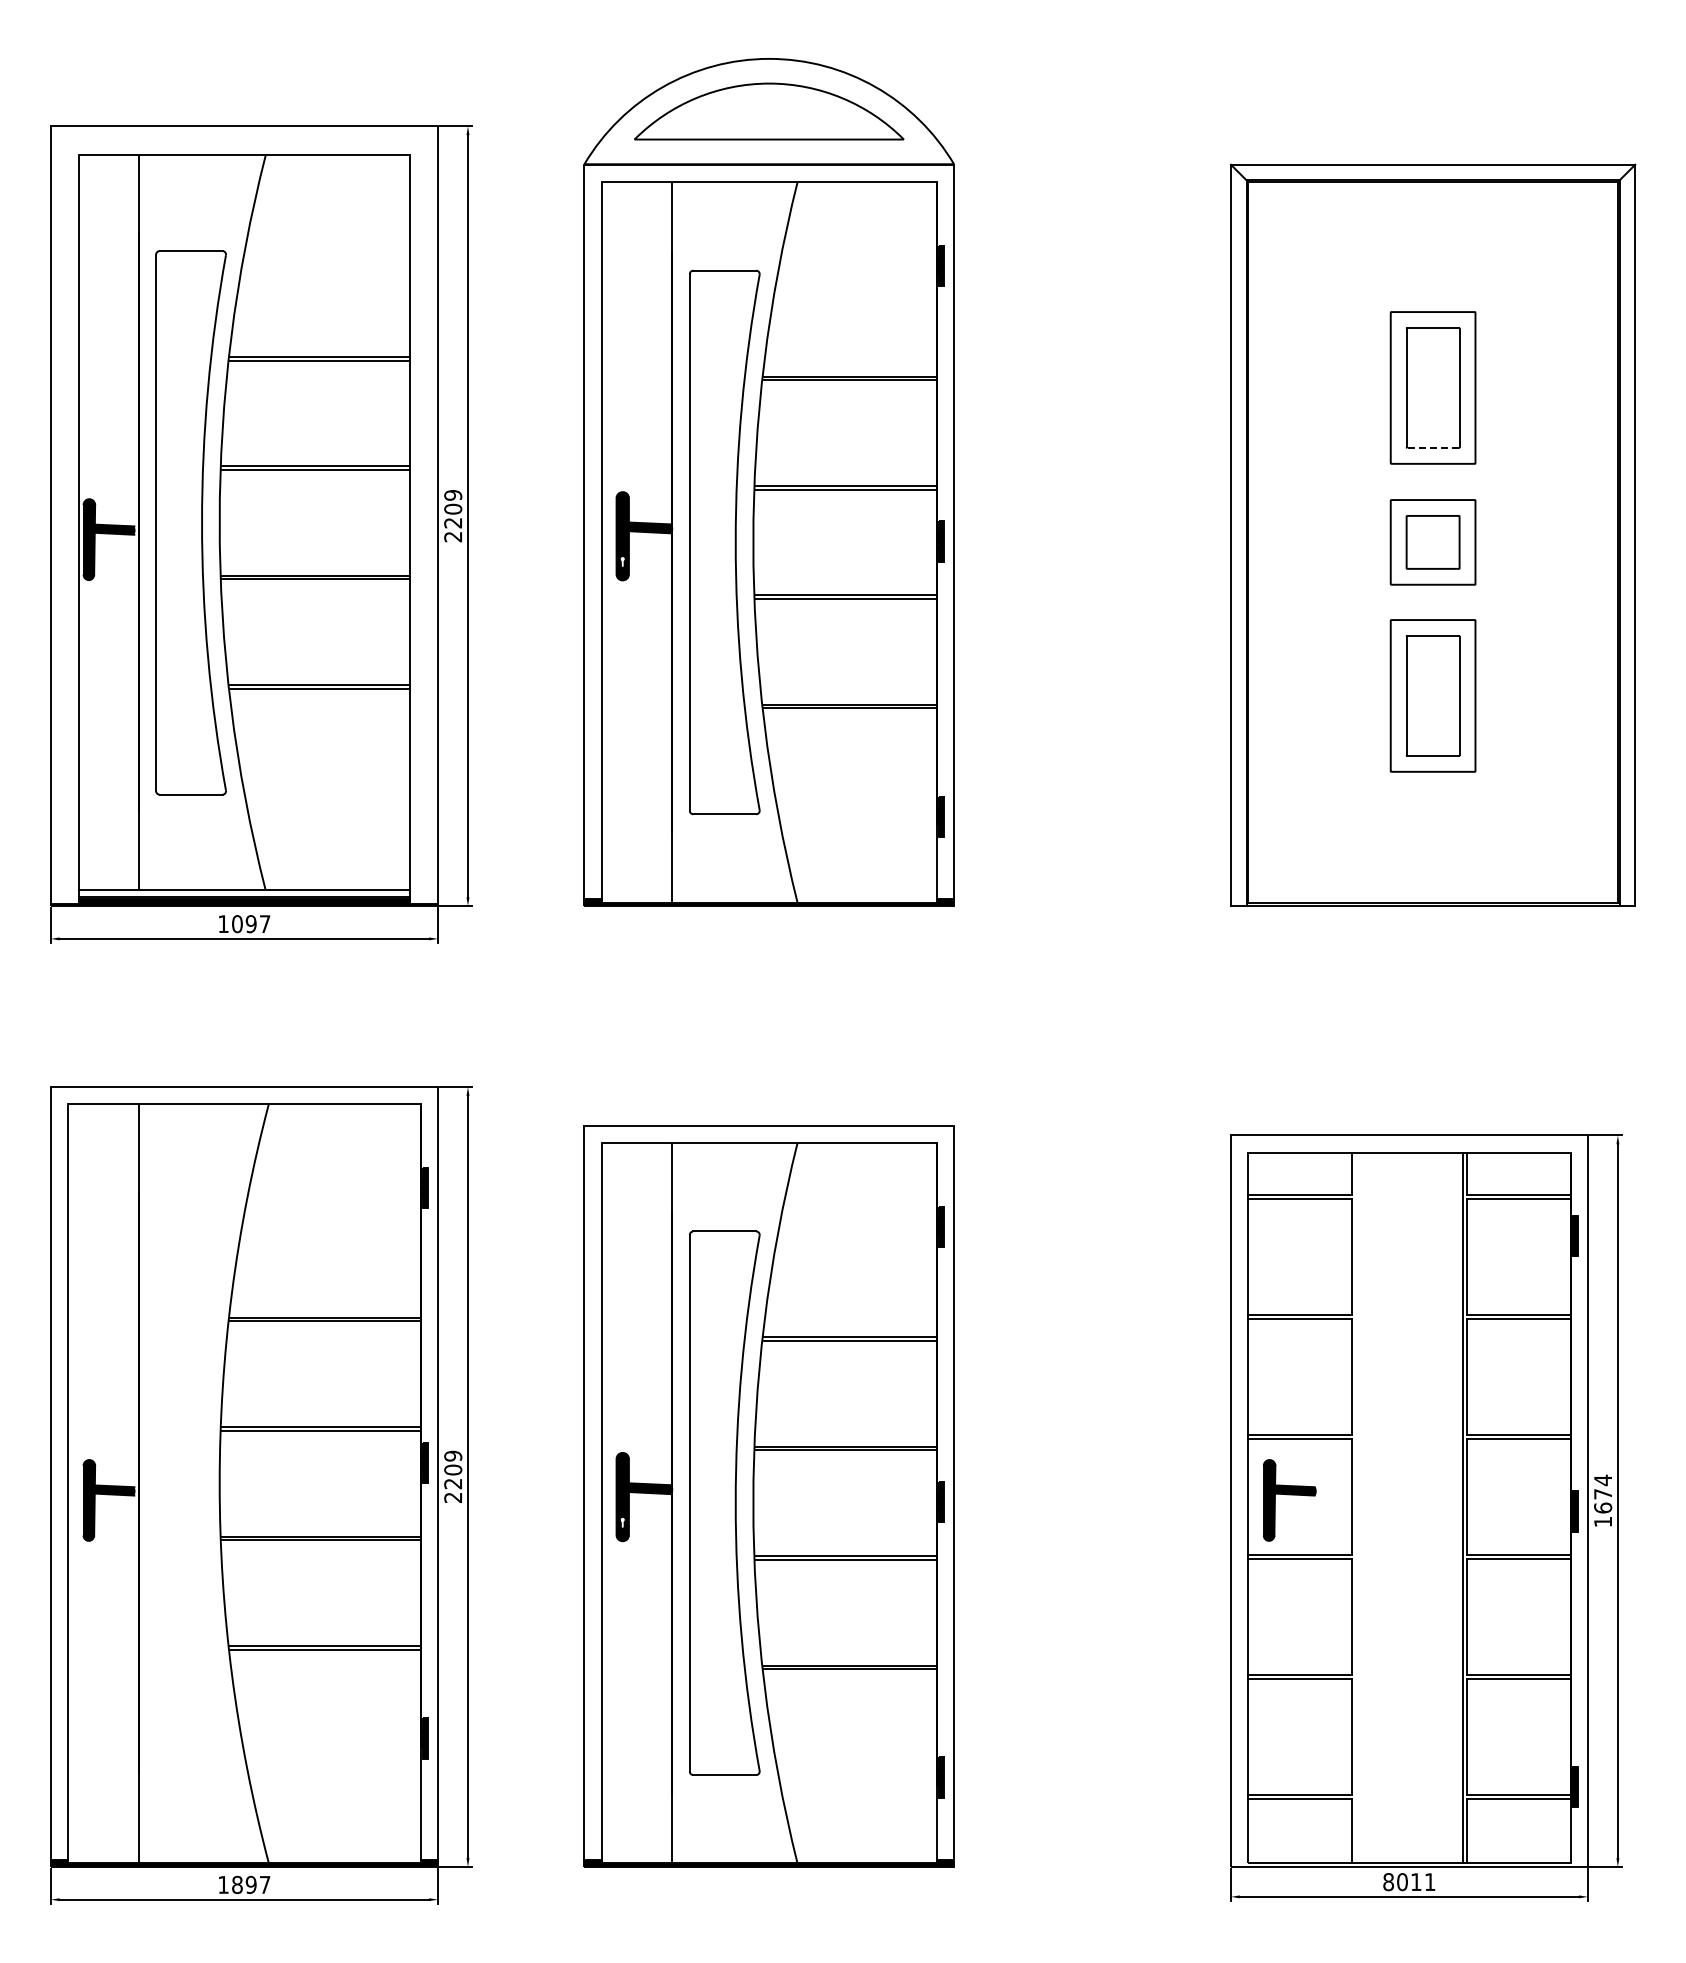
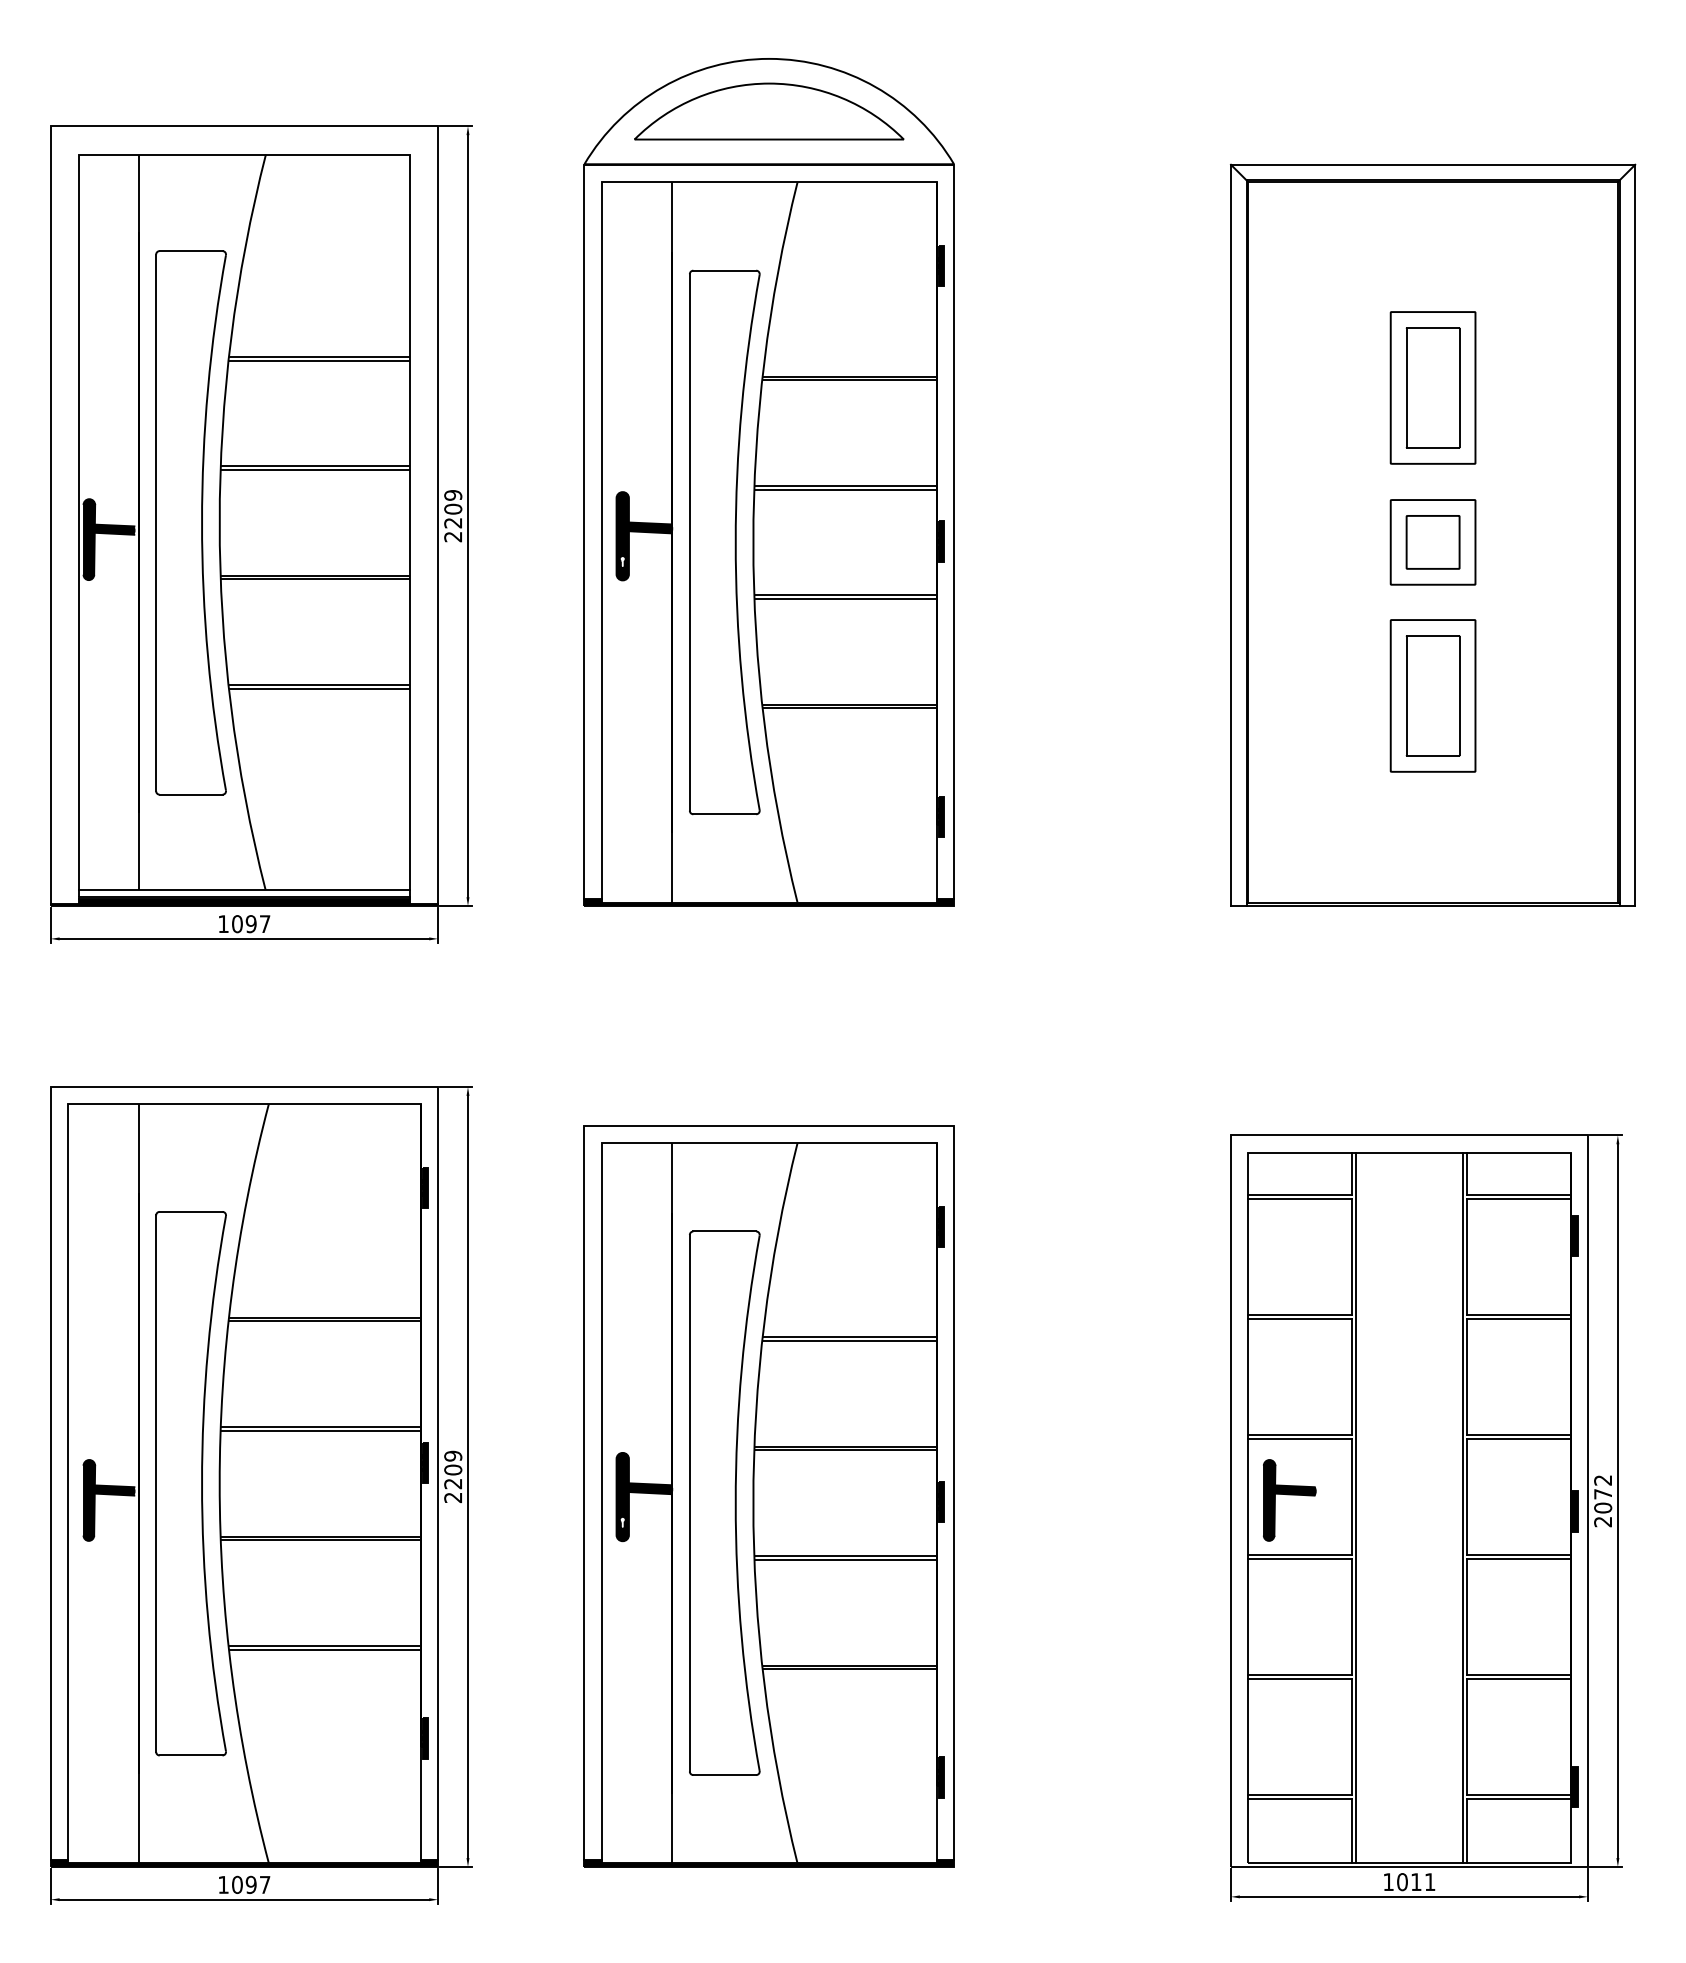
line at (1433, 447): dashed -> solid
part at (190, 1483): none -> present
text at (1602, 1500): 1674 -> 2072
line at (1355, 1507): none -> present
text at (1388, 1882): 8011 -> 1011
text at (237, 1884): 1897 -> 1097
